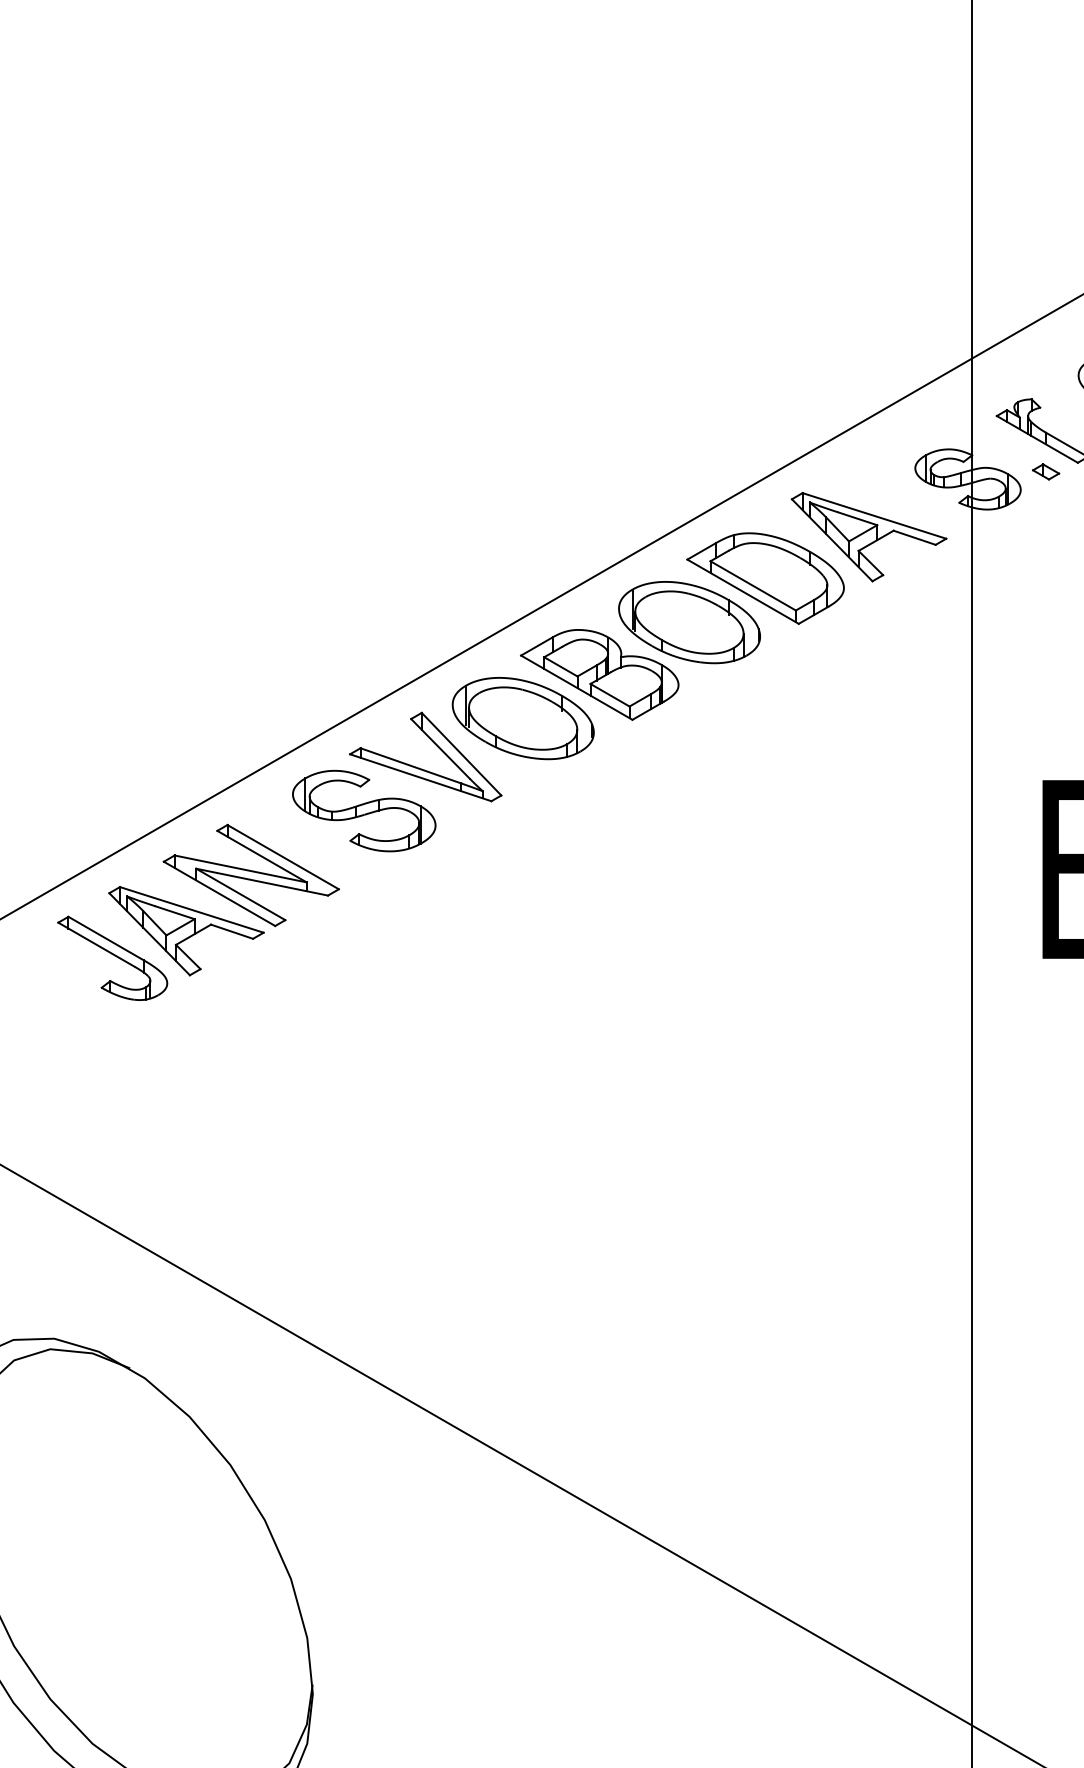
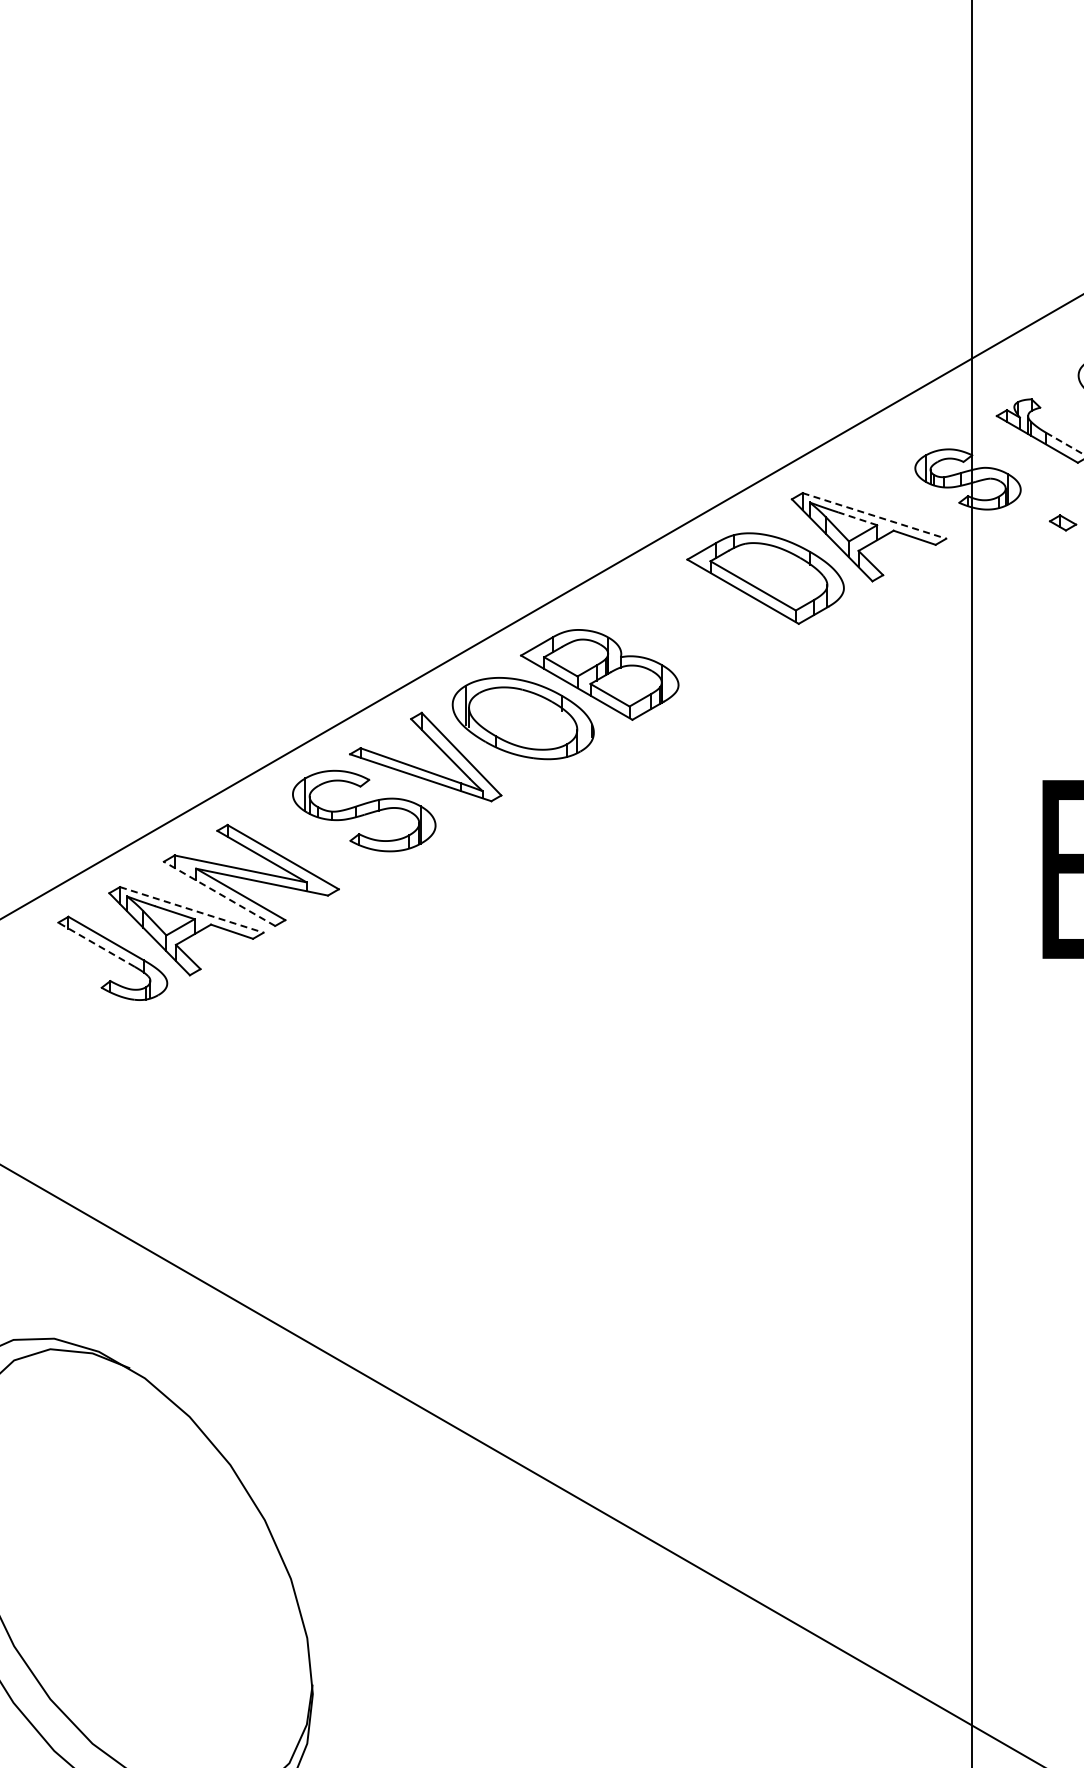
line at (1064, 443): solid -> dashed
part at (1046, 471) position: (1046, 471) -> (1063, 522)
line at (874, 516): solid -> dashed
line at (857, 518): solid -> dashed
part at (689, 622): present -> none
line at (219, 893): solid -> dashed
line at (192, 910): solid -> dashed
line at (96, 944): solid -> dashed
